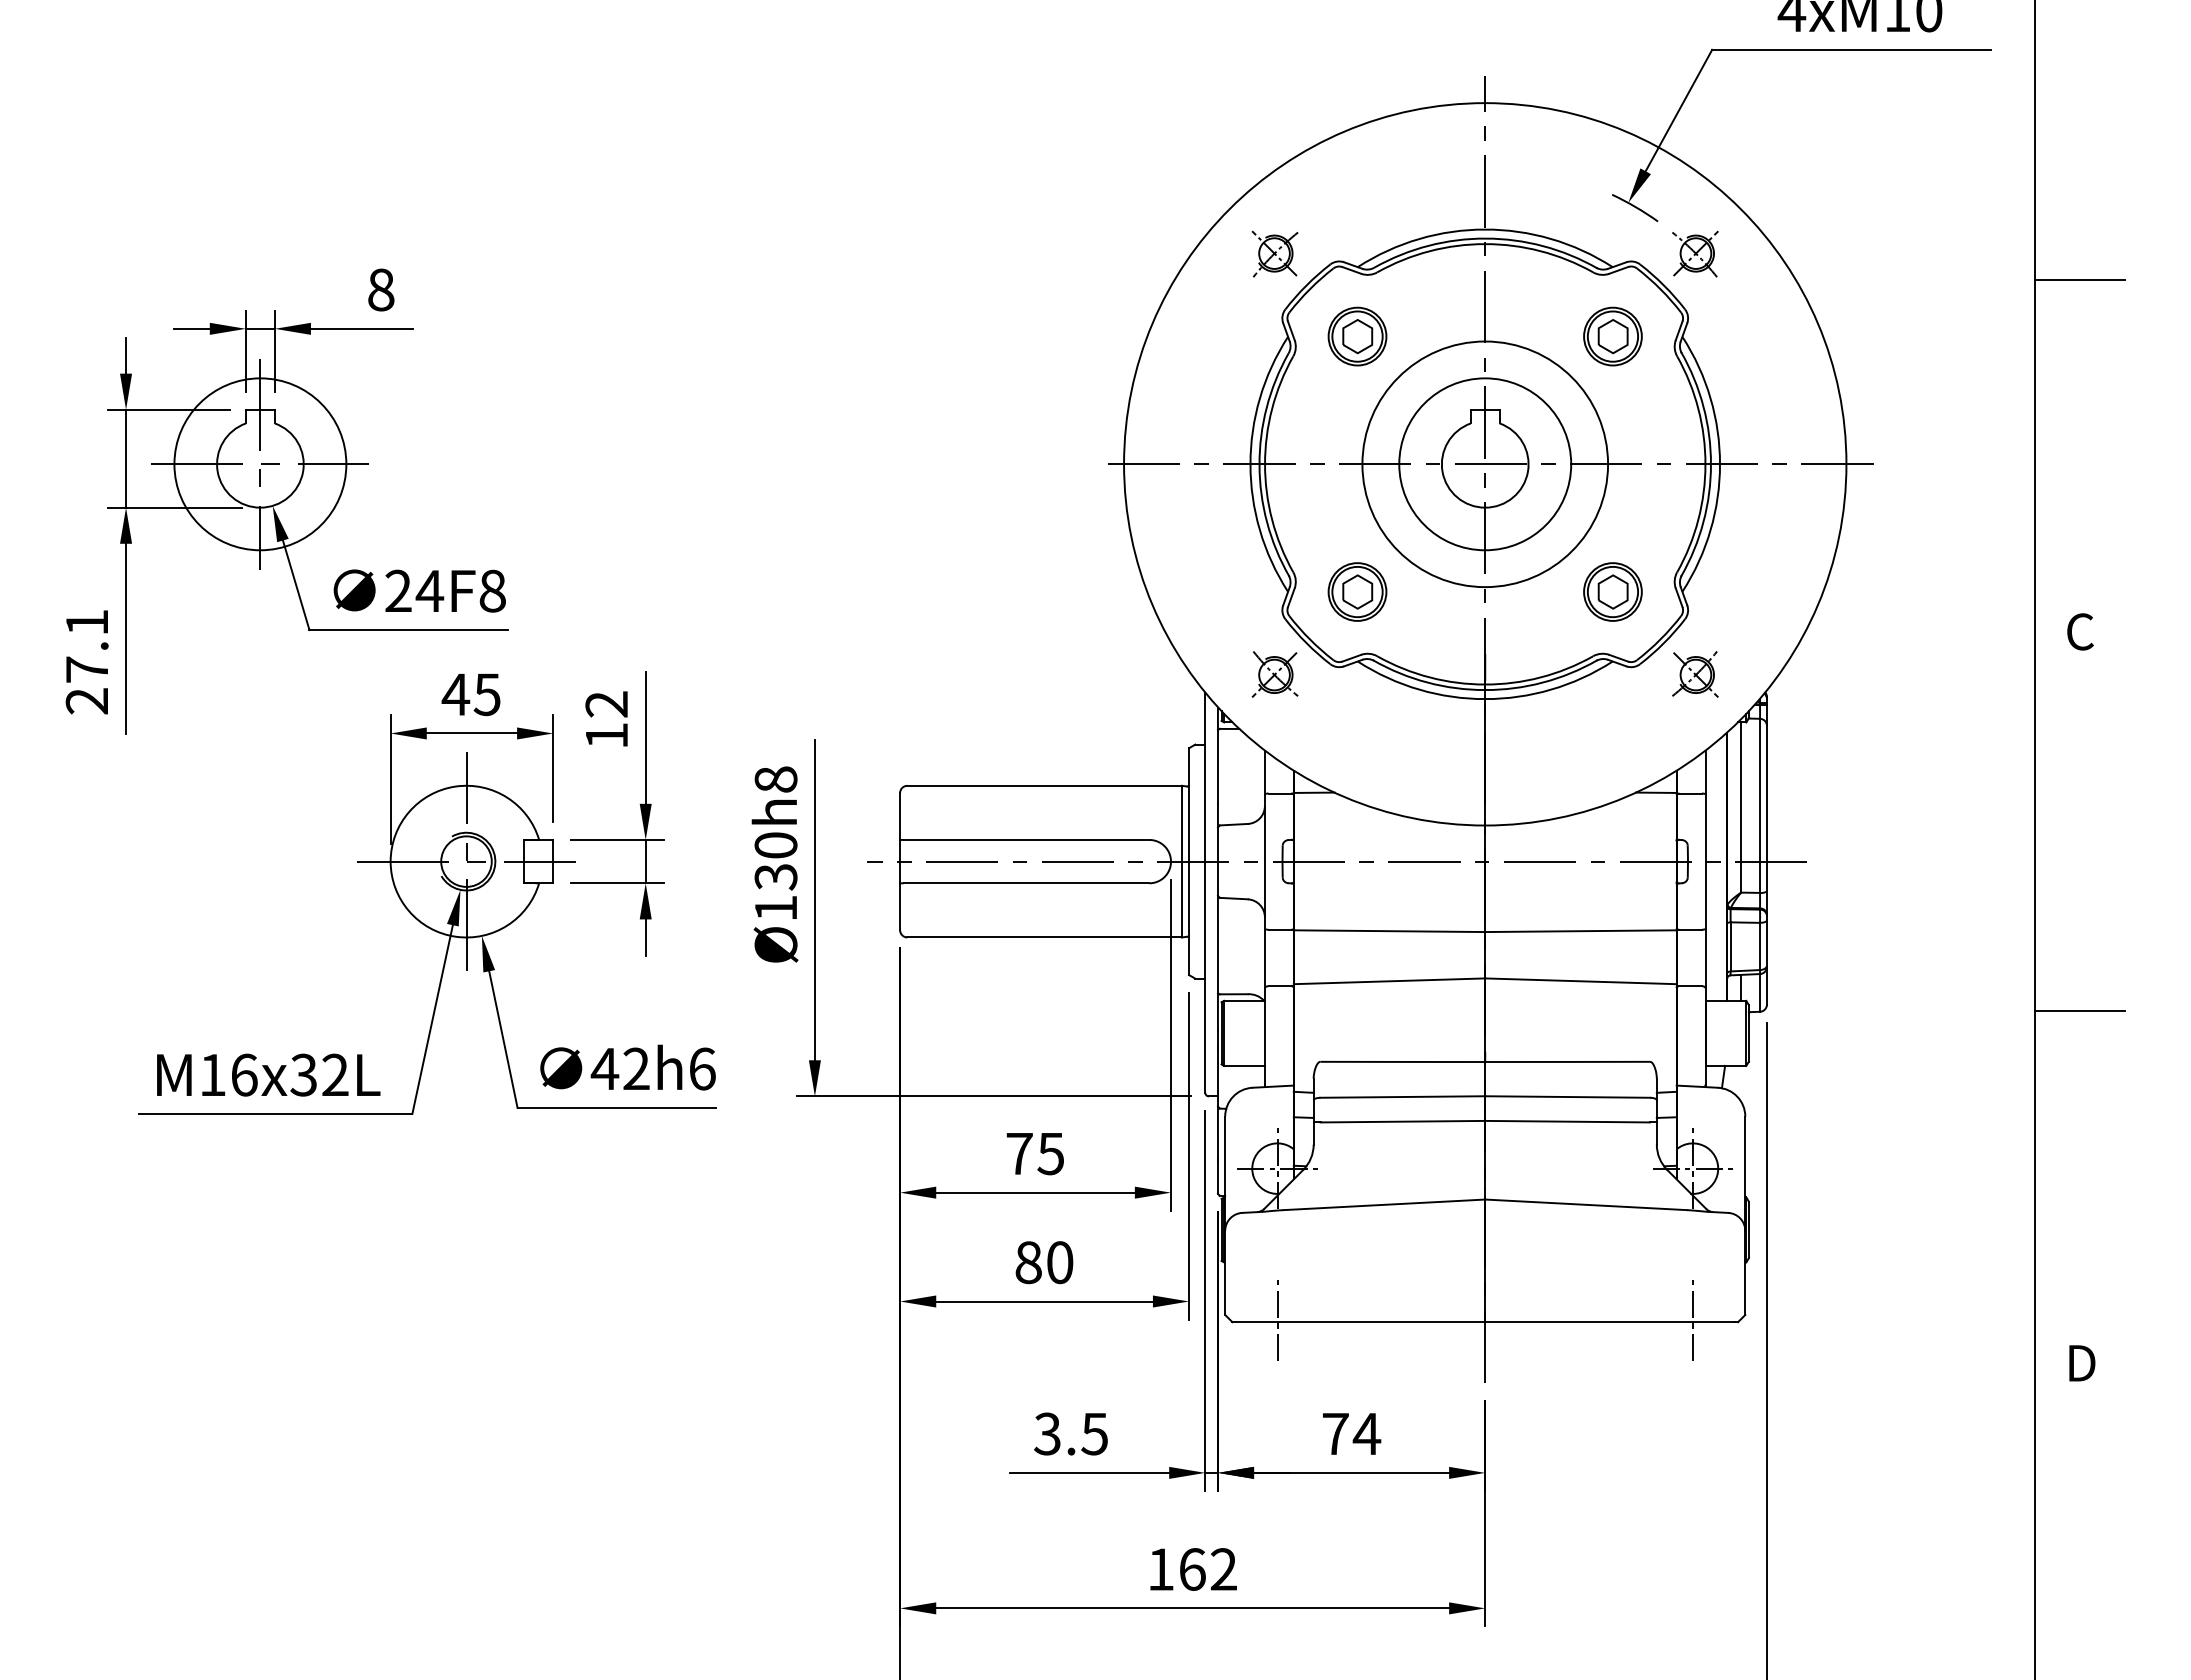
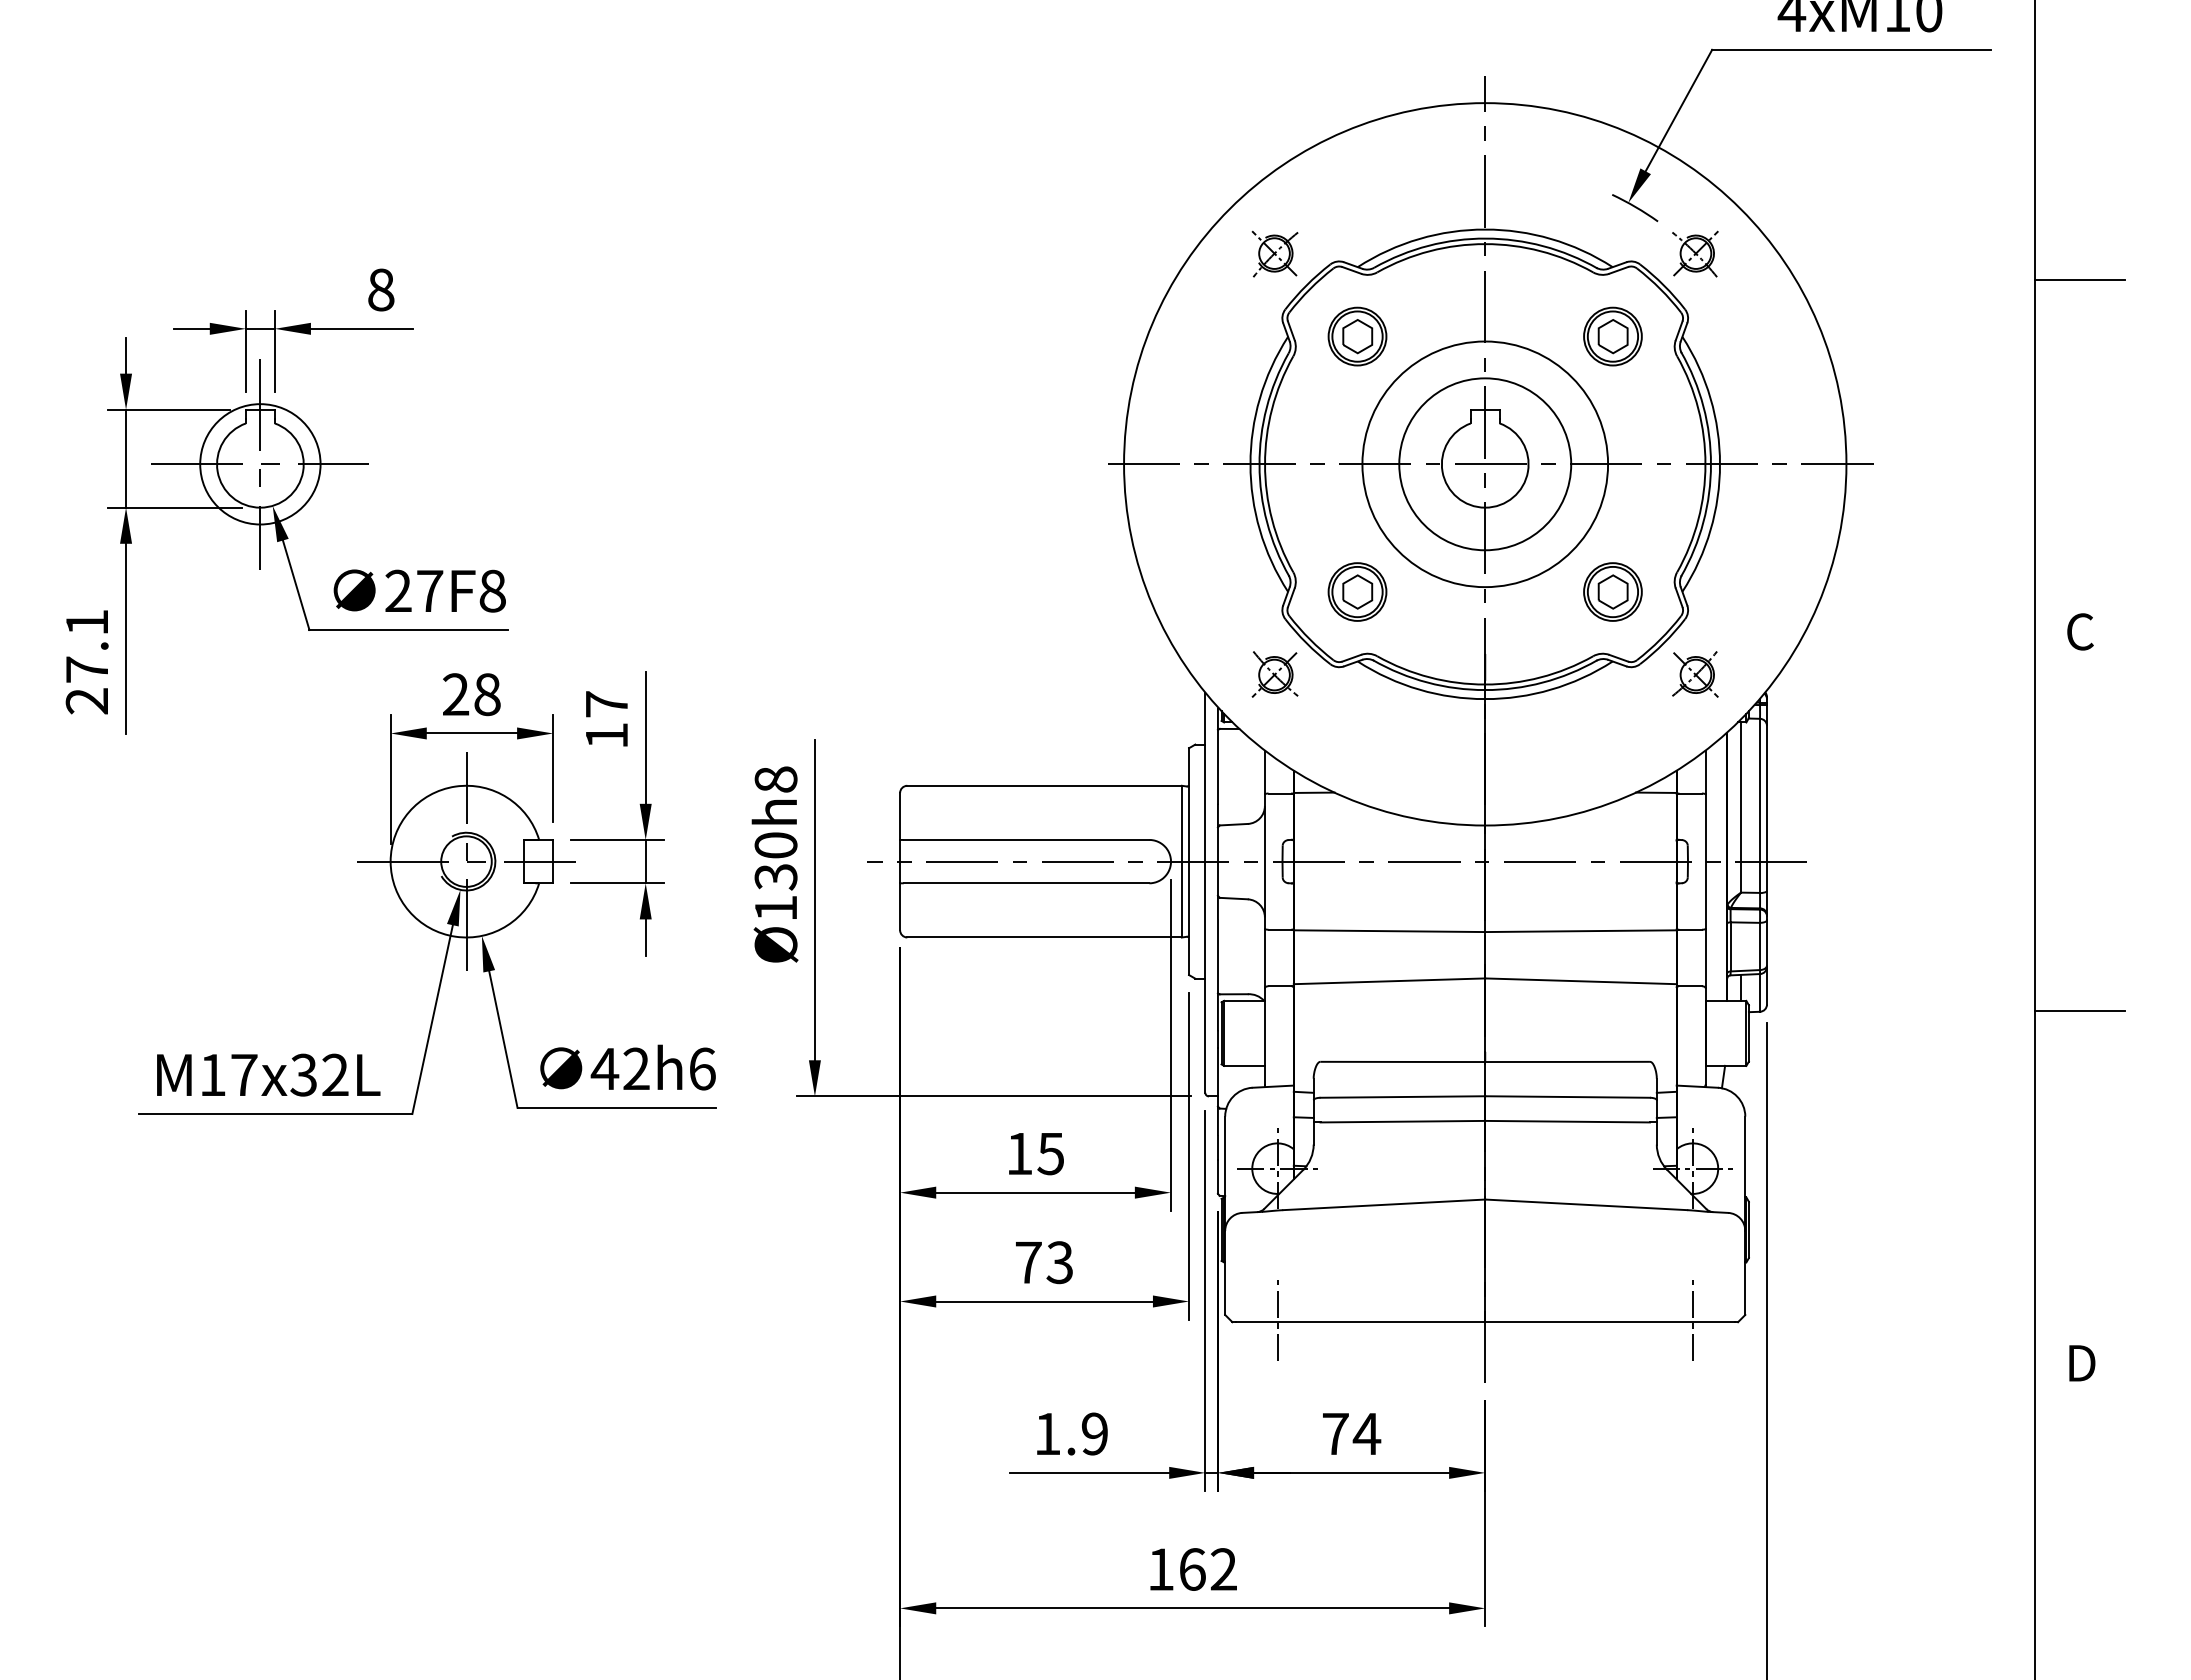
circle at (260, 464) diameter: 172 px -> 120 px
text at (429, 590): 24F8 -> 27F8
text at (470, 694): 45 -> 28
text at (606, 704): 12 -> 17
text at (244, 1074): M16x32L -> M17x32L
text at (1019, 1153): 75 -> 15
text at (1044, 1262): 80 -> 73
text at (1070, 1433): 3.5 -> 1.9
